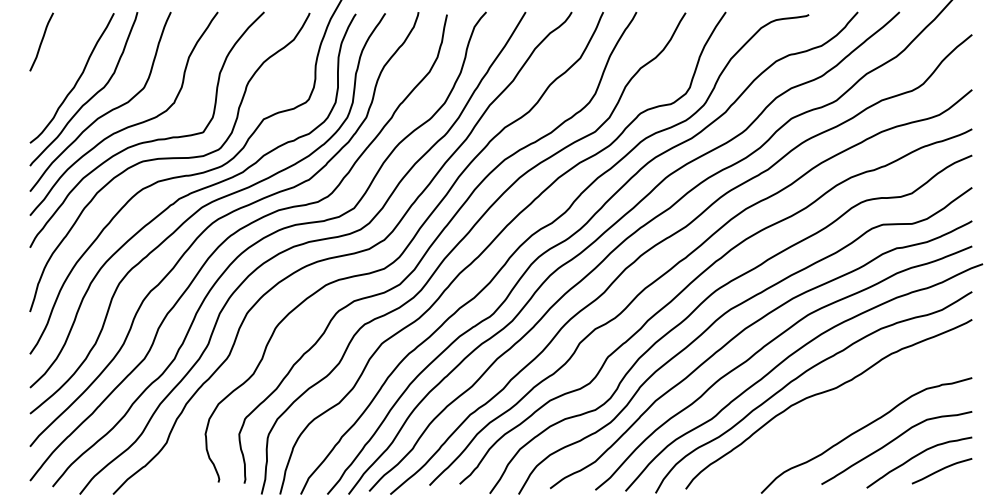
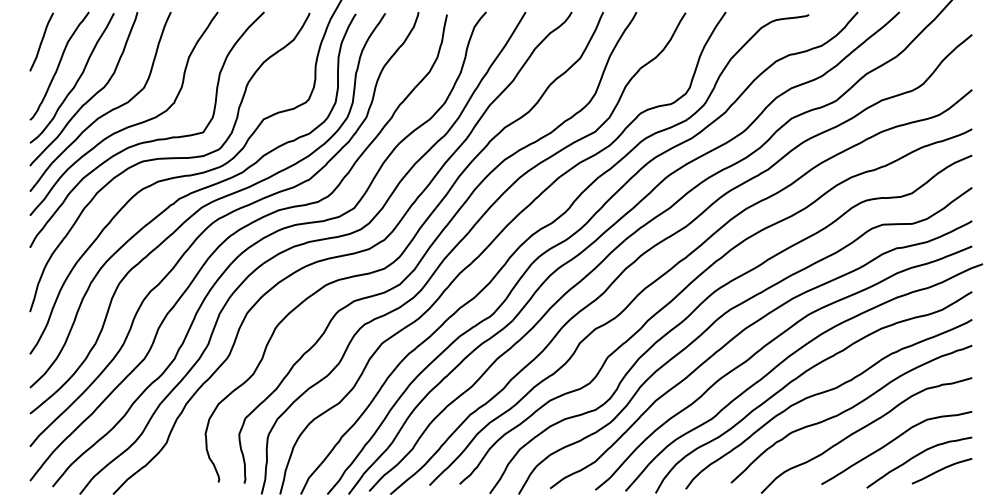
curve at (59, 65): none -> present
curve at (849, 410): none -> present
